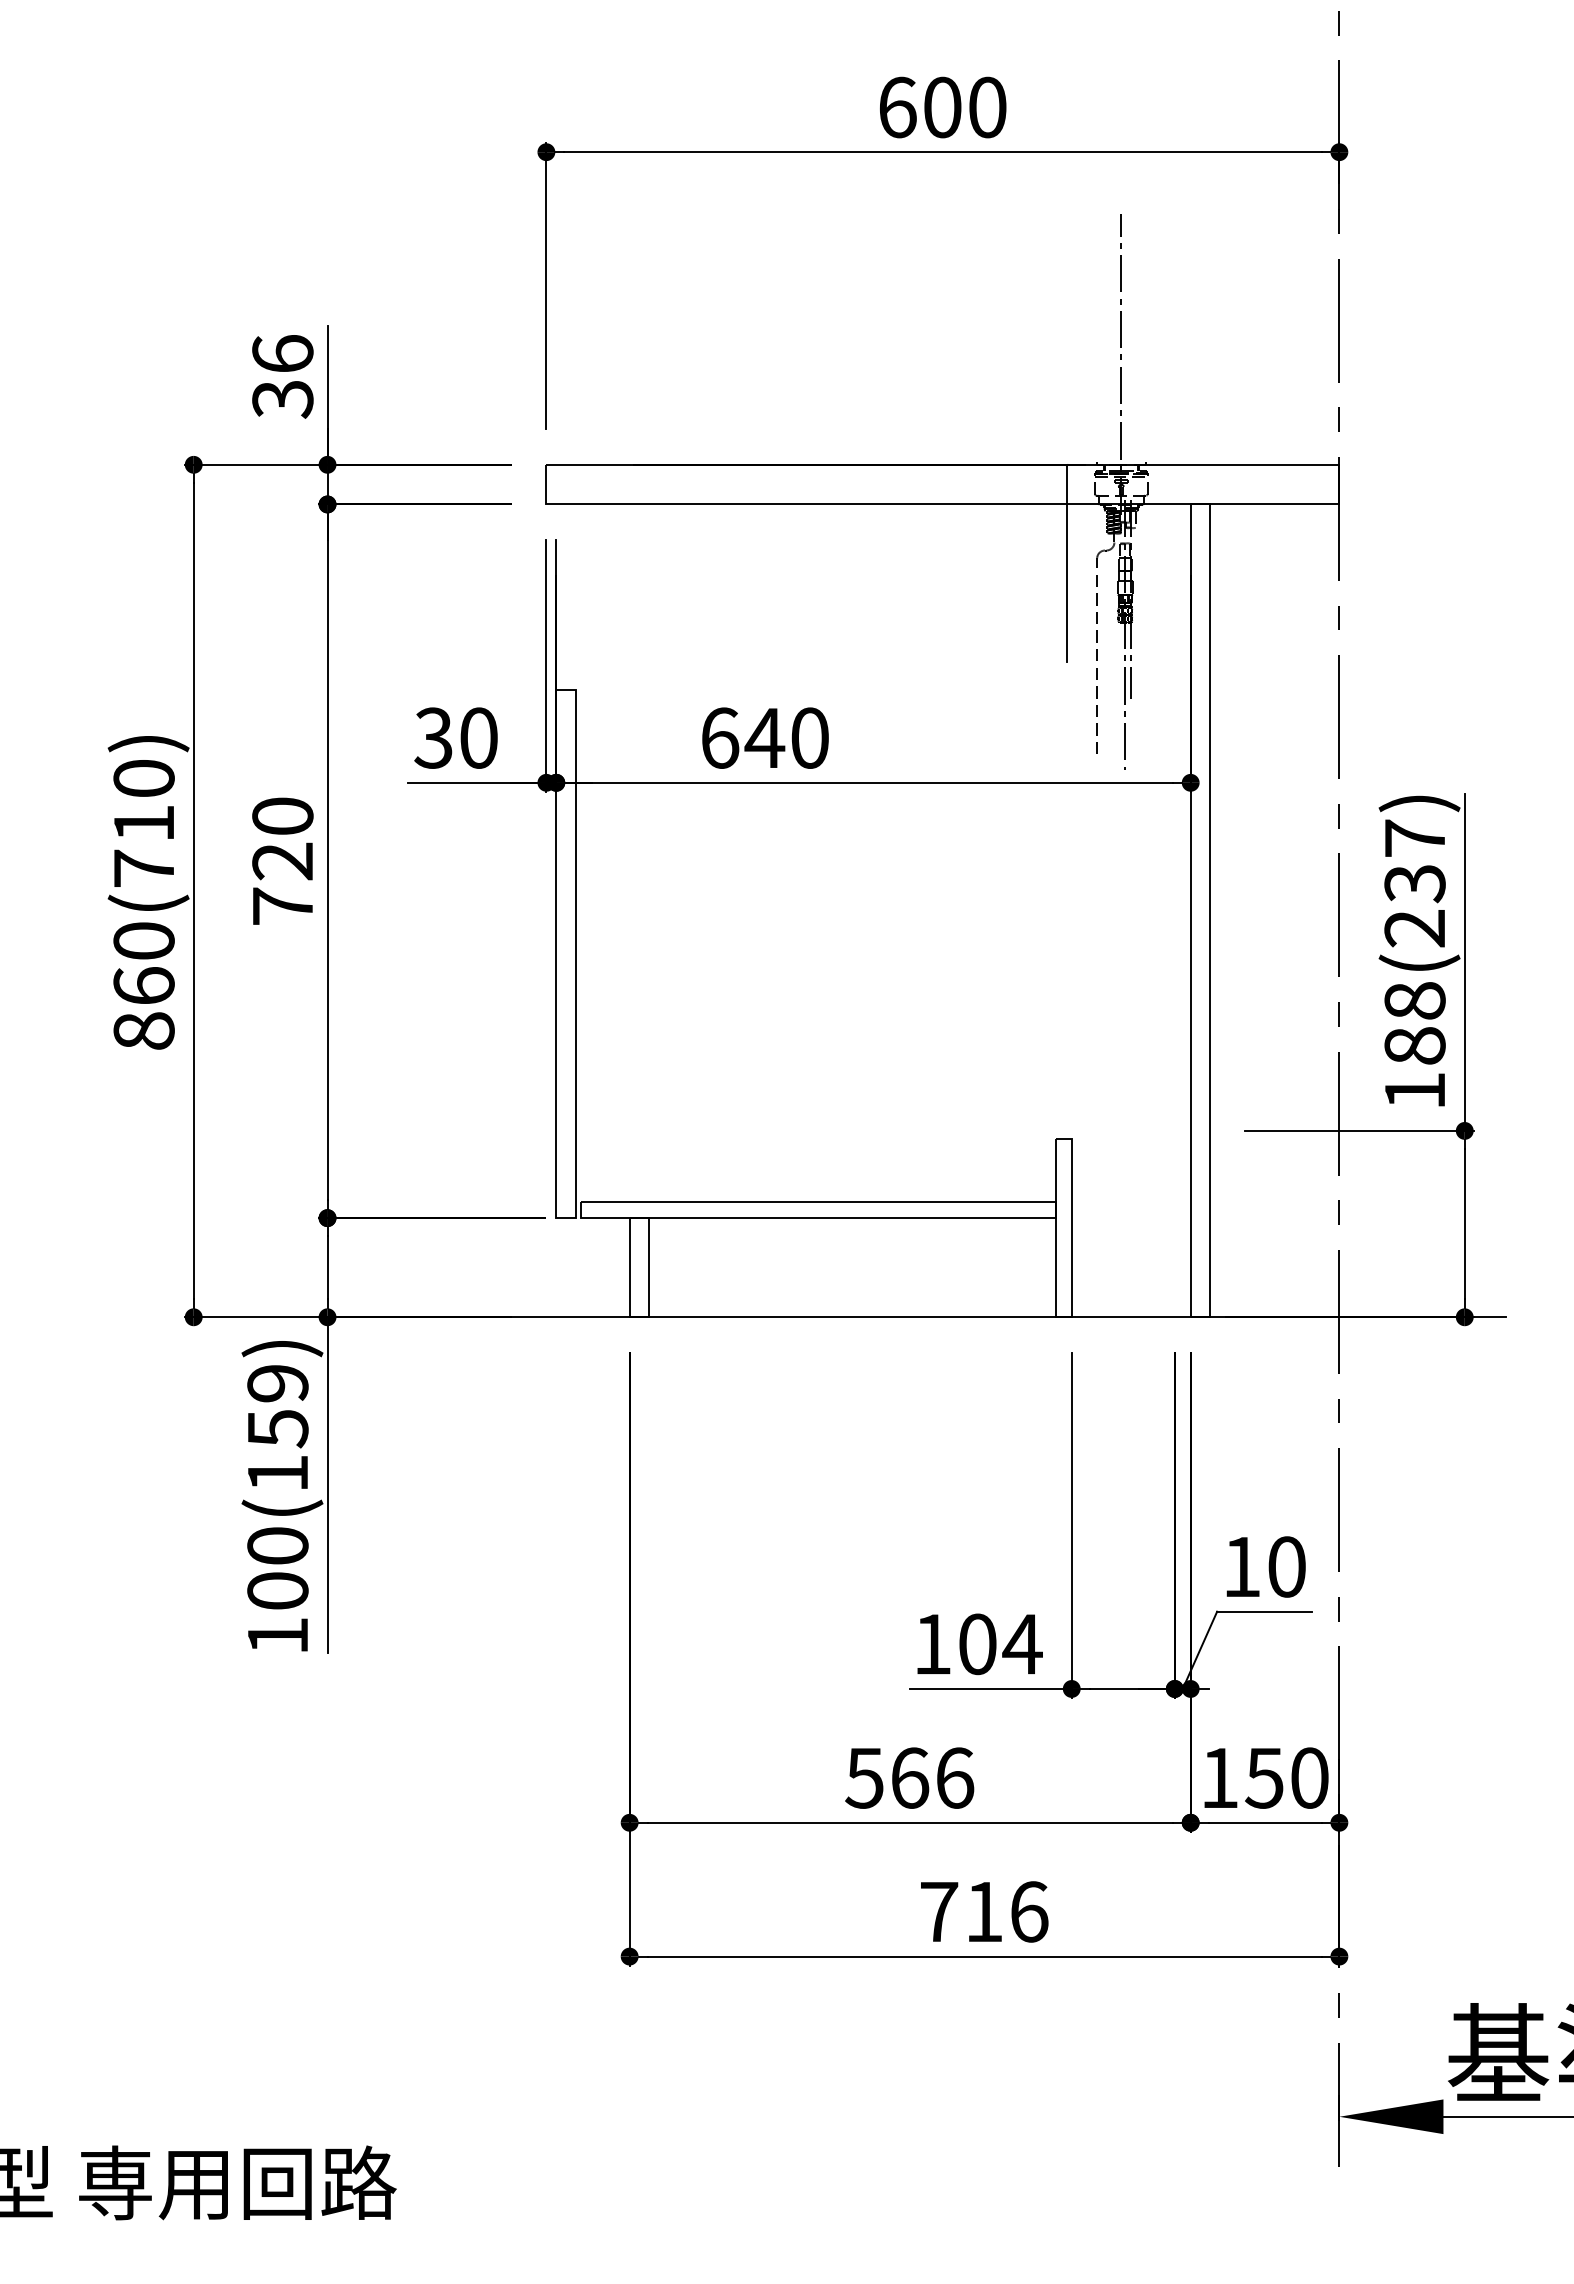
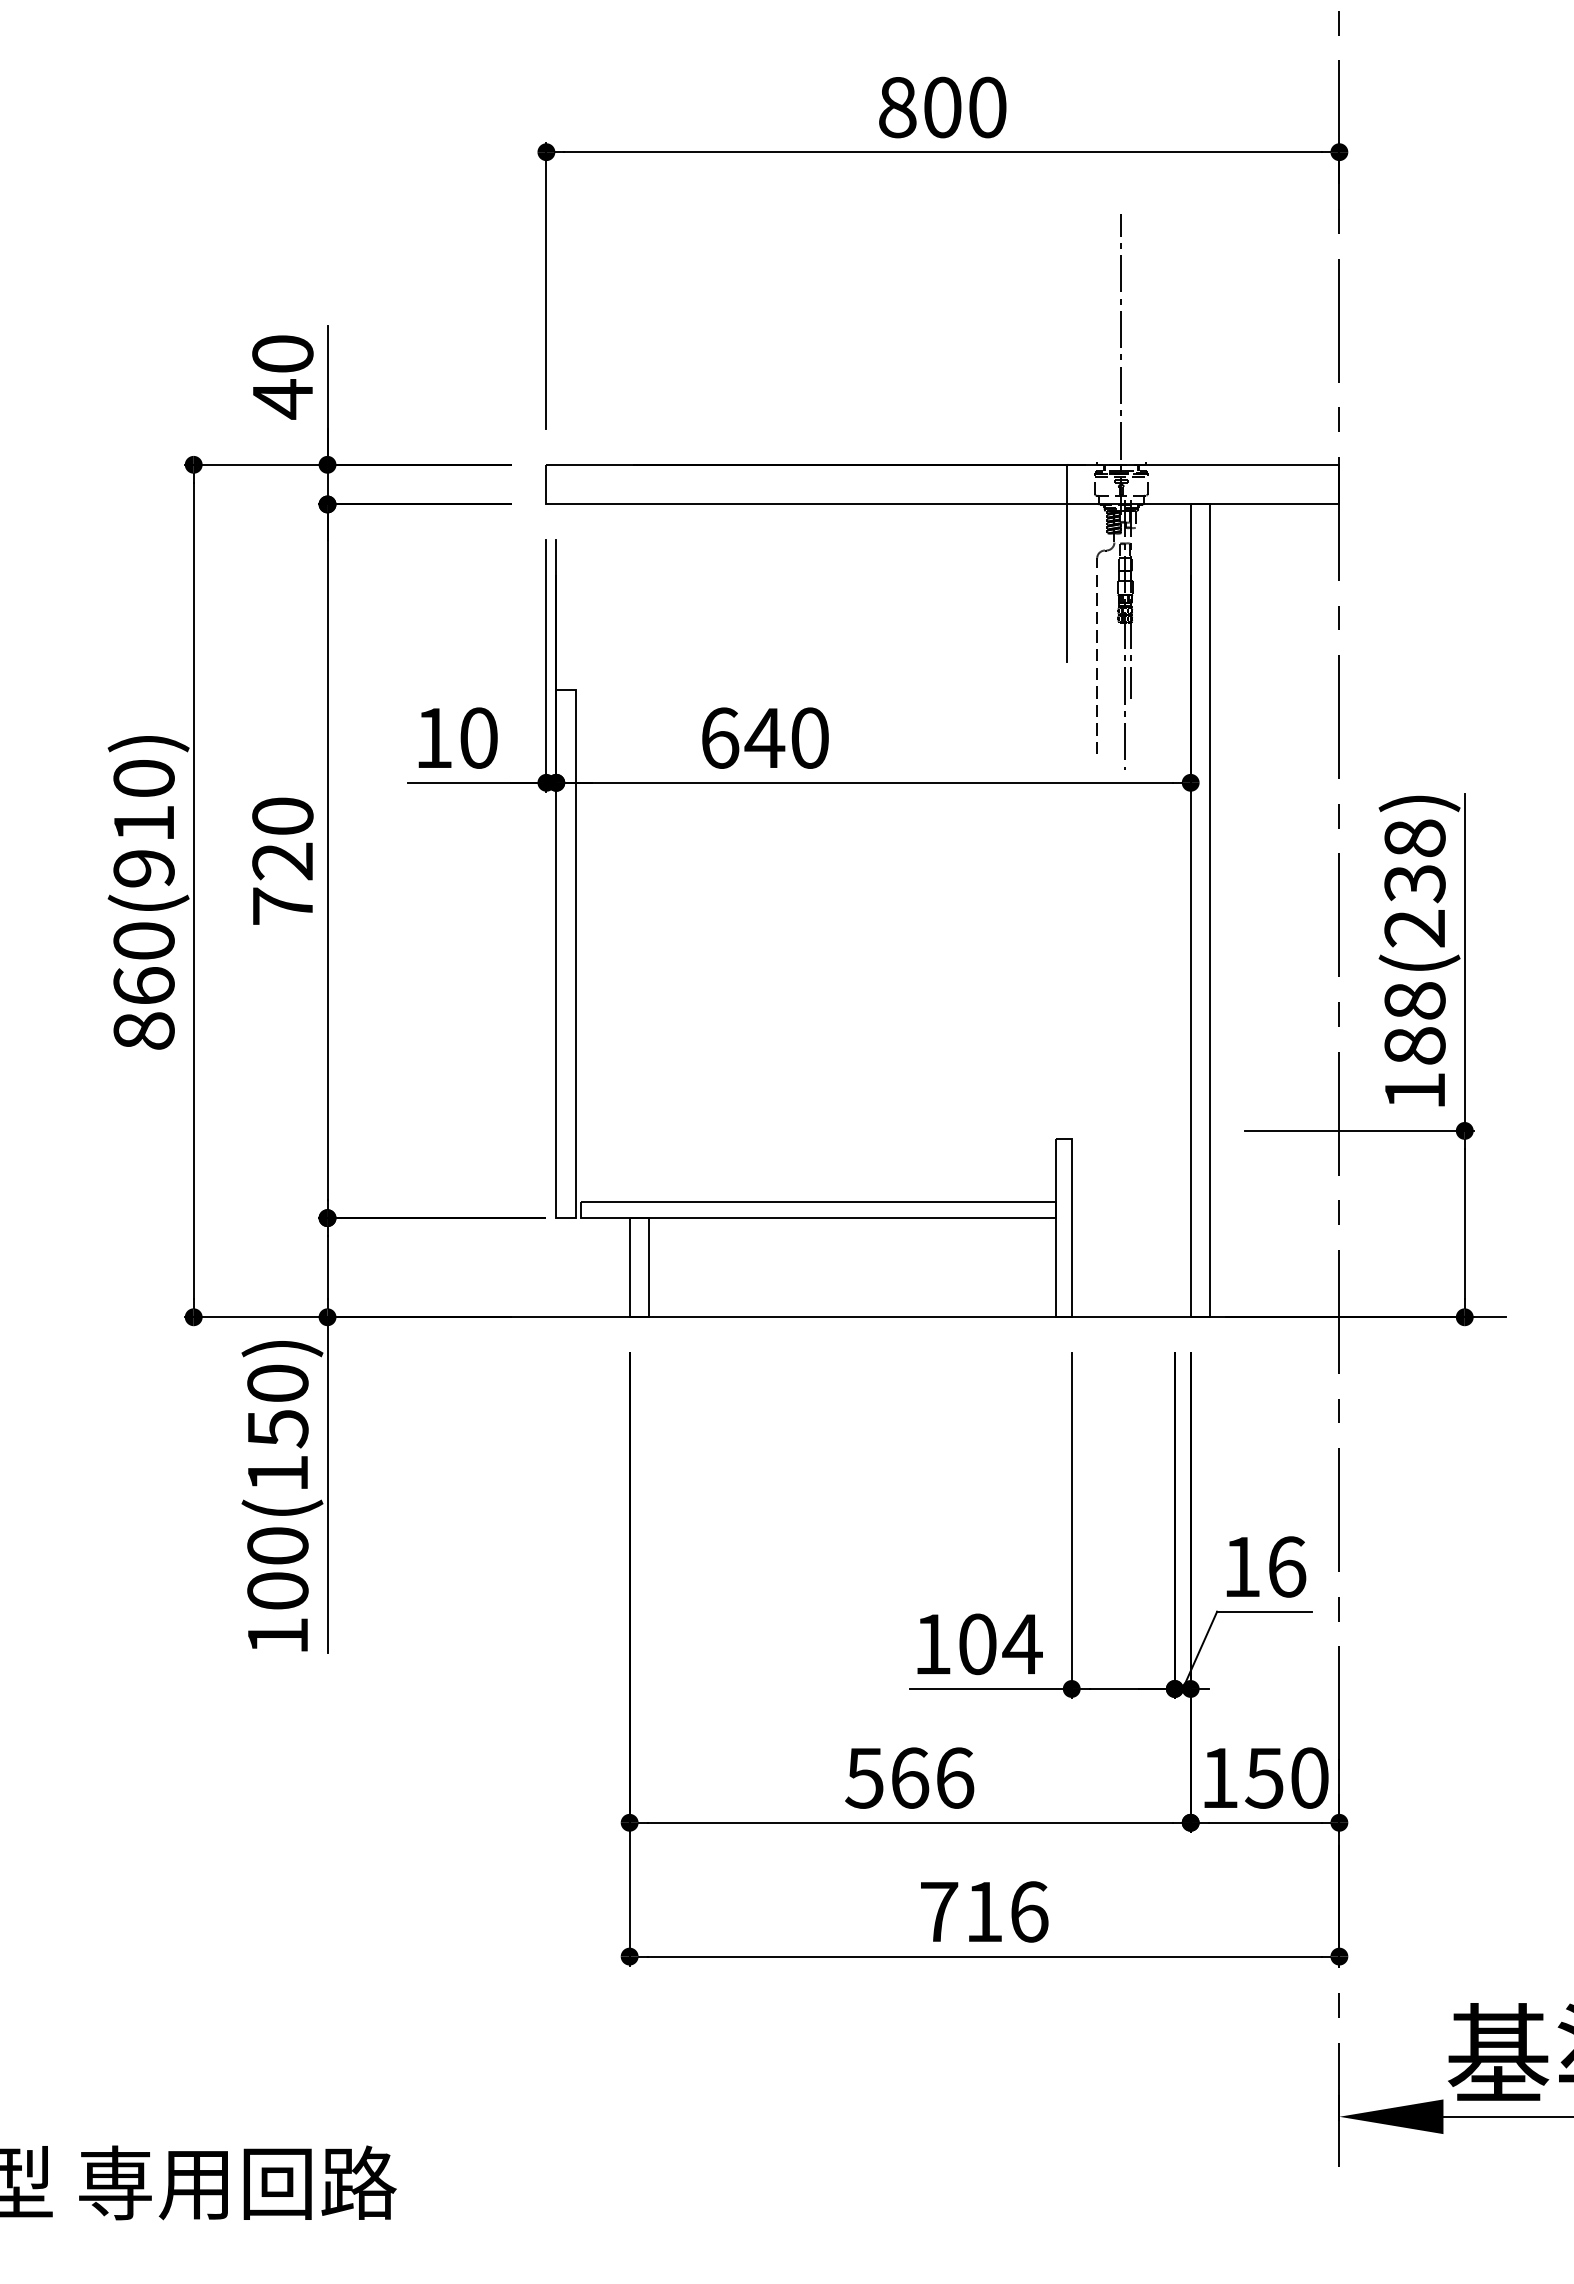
text at (897, 107): 600 -> 800
text at (282, 377): 36 -> 40
text at (433, 737): 30 -> 10
text at (1414, 838): 188(237) -> 188(238)
text at (143, 868): 860(710) -> 860(910)
text at (277, 1383): 100(159) -> 100(150)
text at (1287, 1566): 10 -> 16
